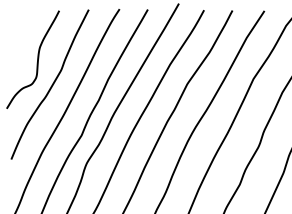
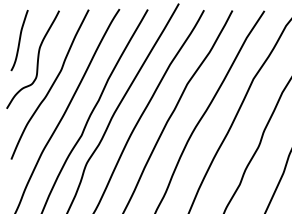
curve at (19, 40): none -> present
